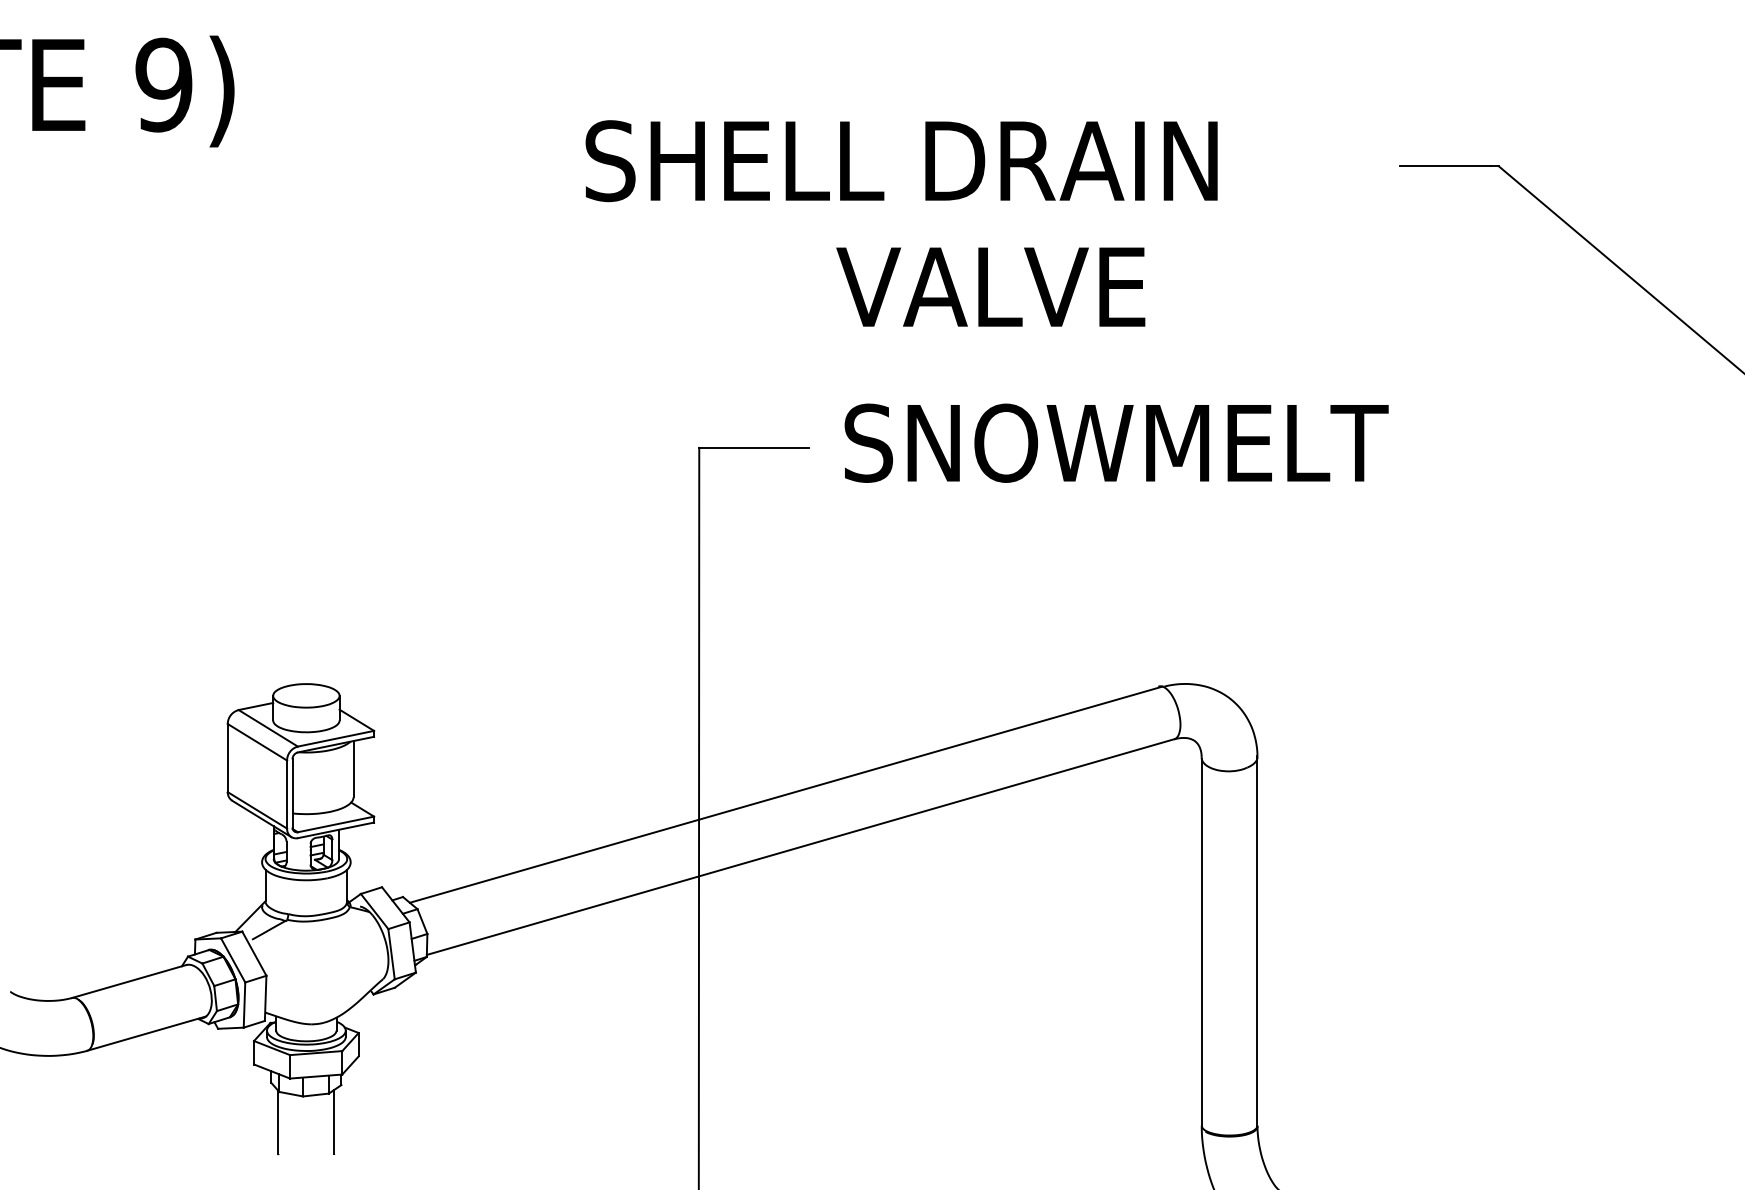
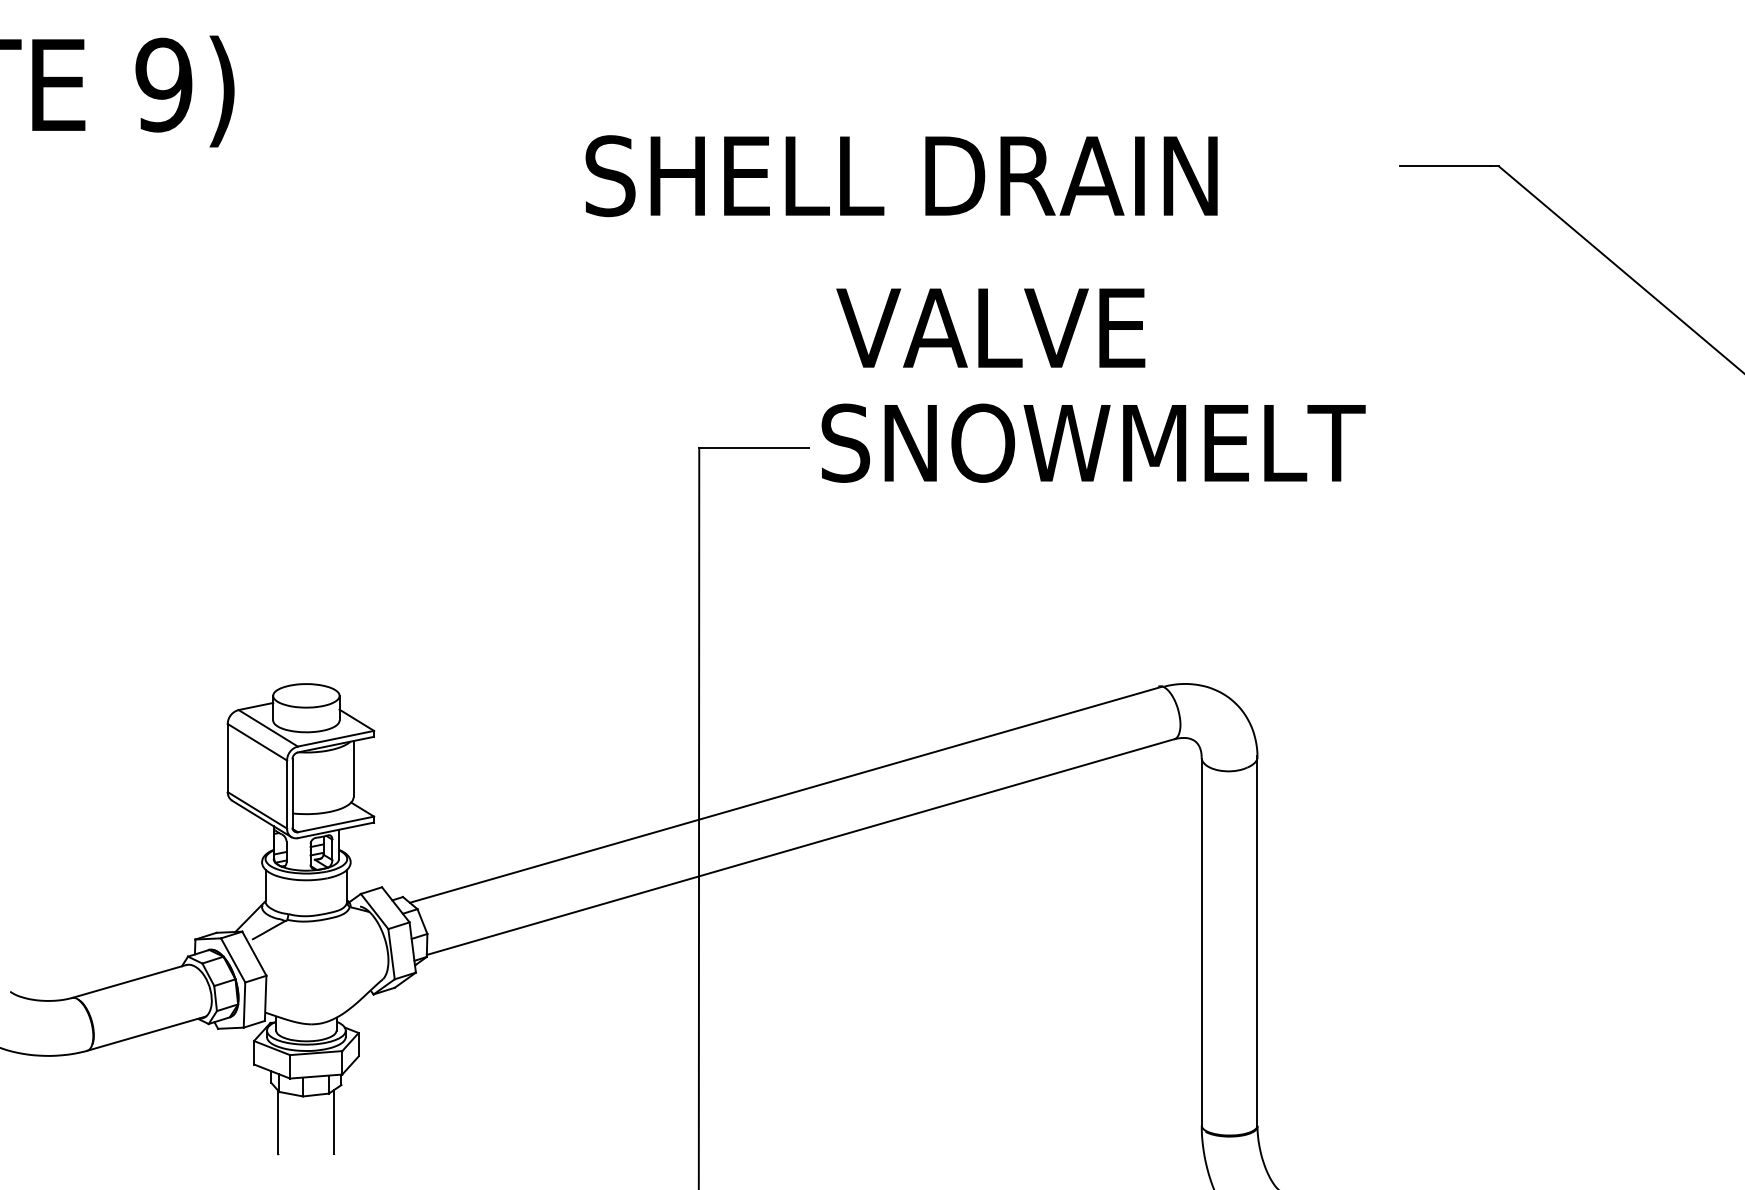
text at (901, 161) position: (901, 161) -> (901, 176)
text at (990, 286) position: (990, 286) -> (990, 327)
text at (1116, 442) position: (1116, 442) -> (1093, 442)
